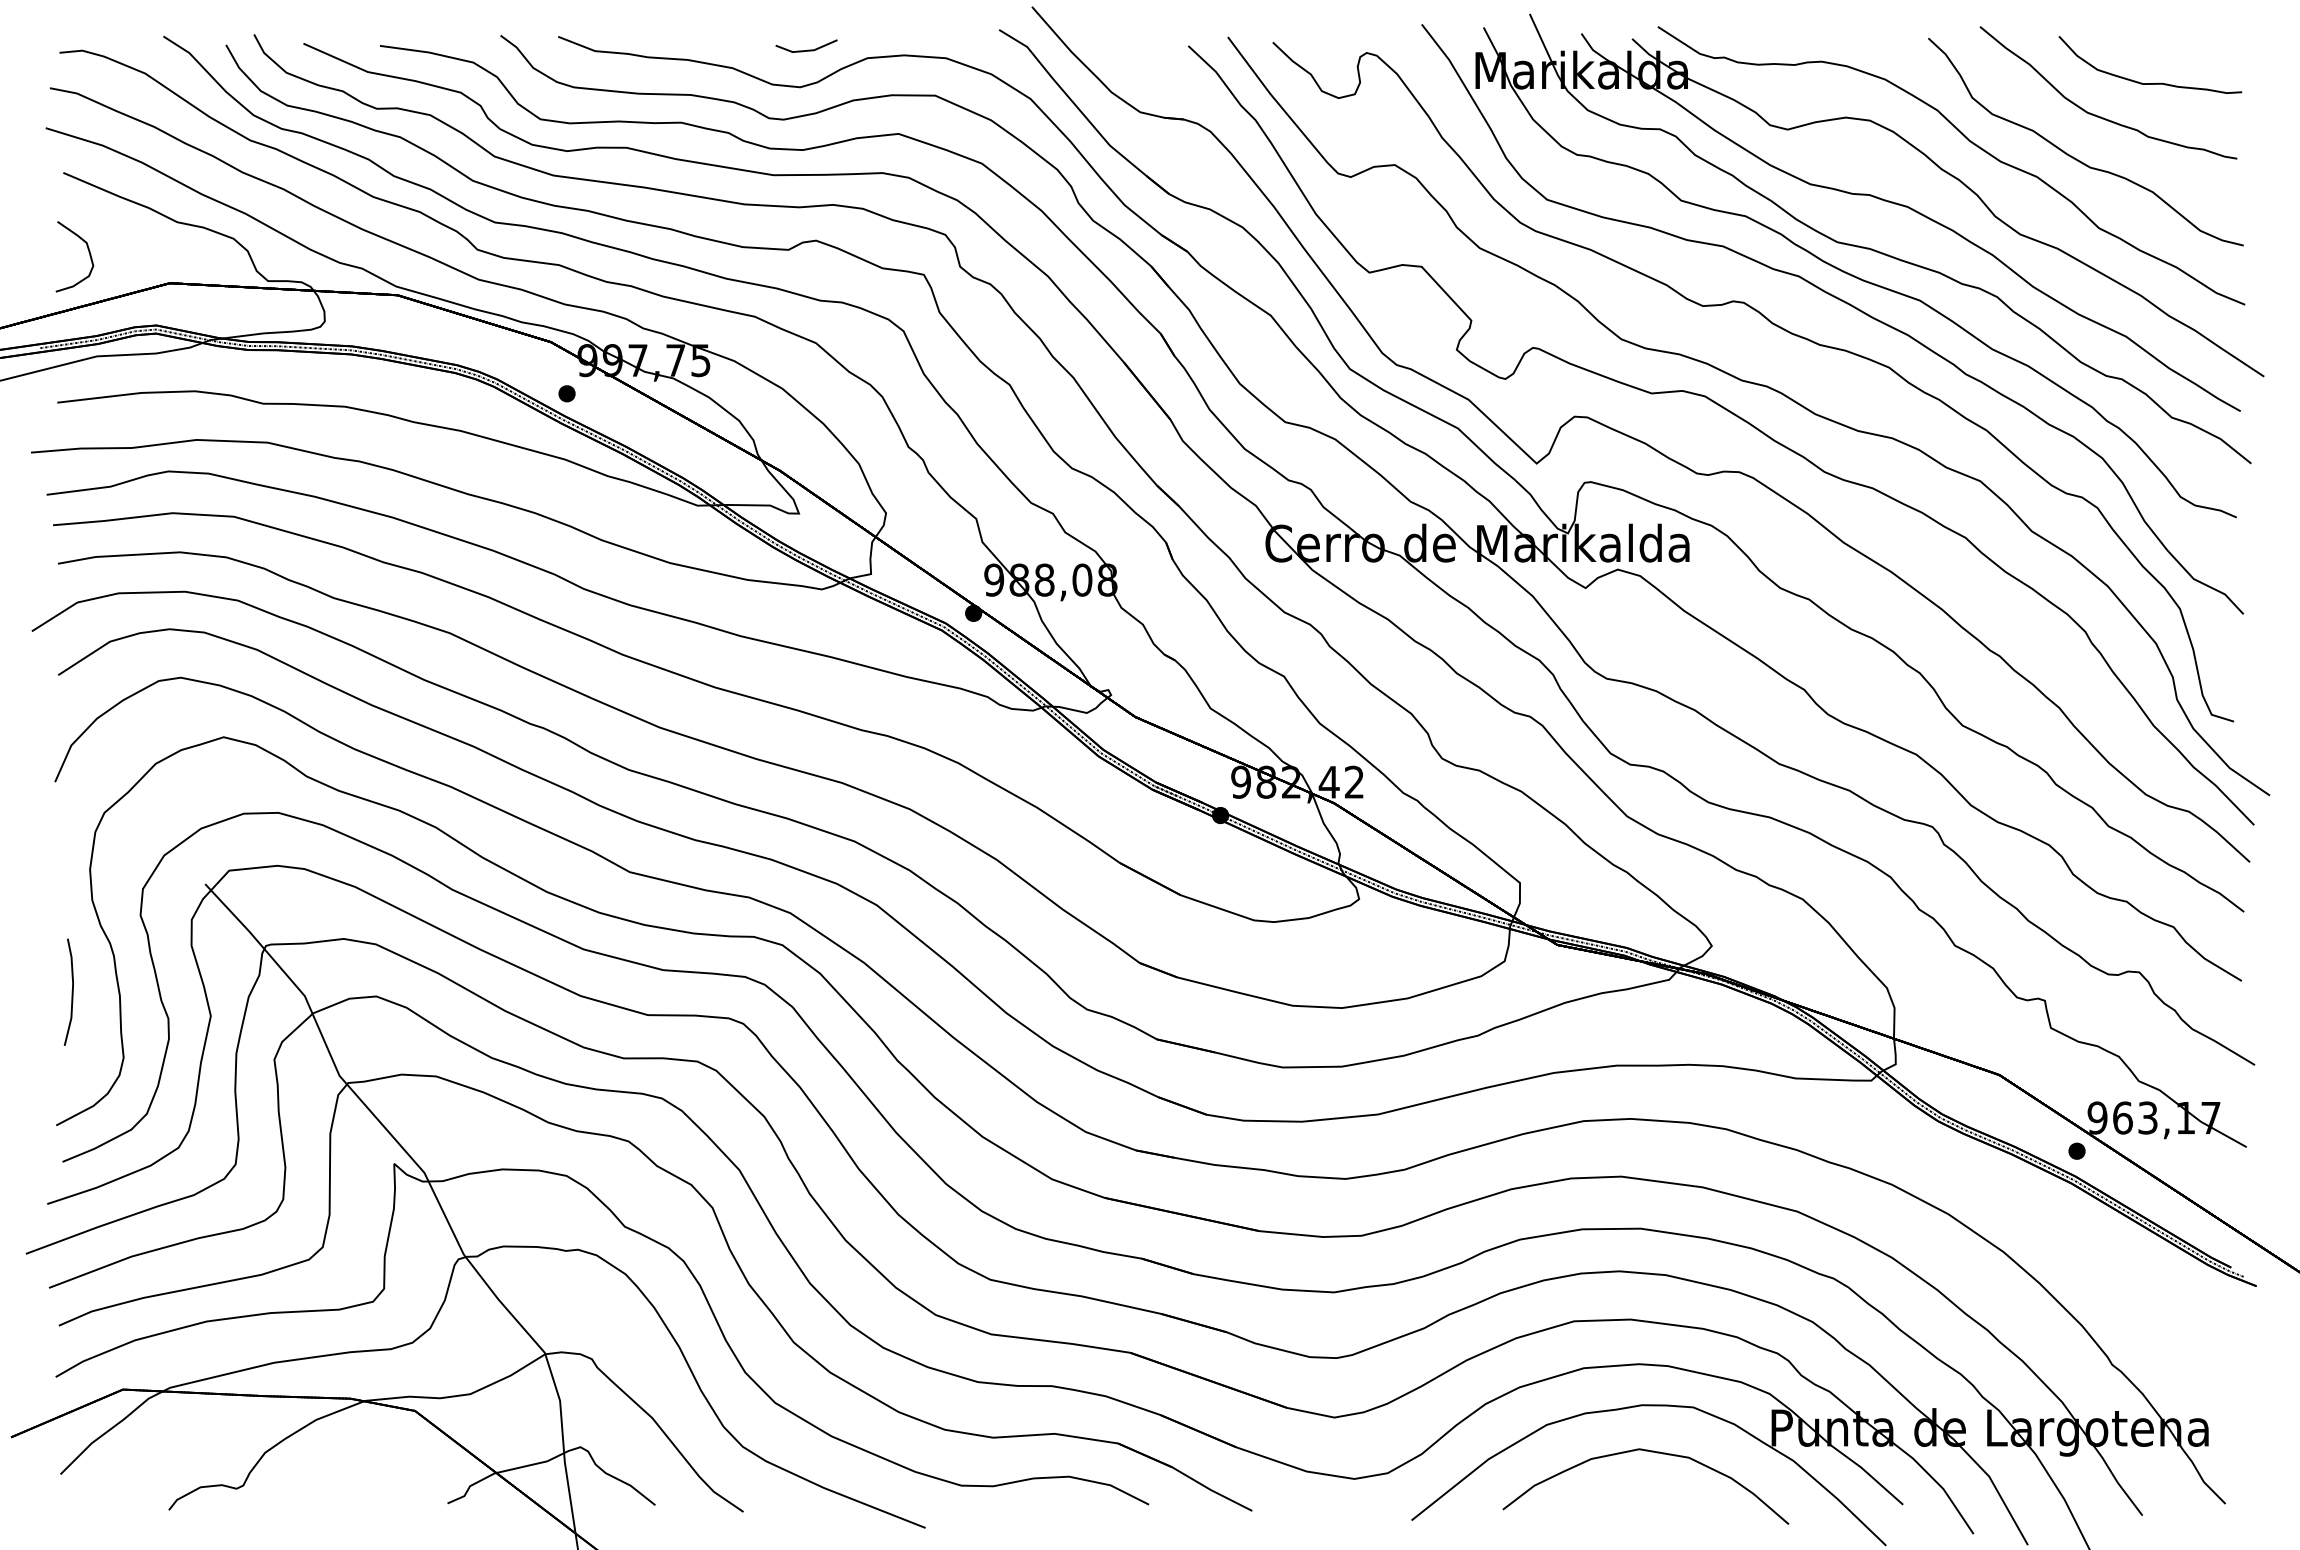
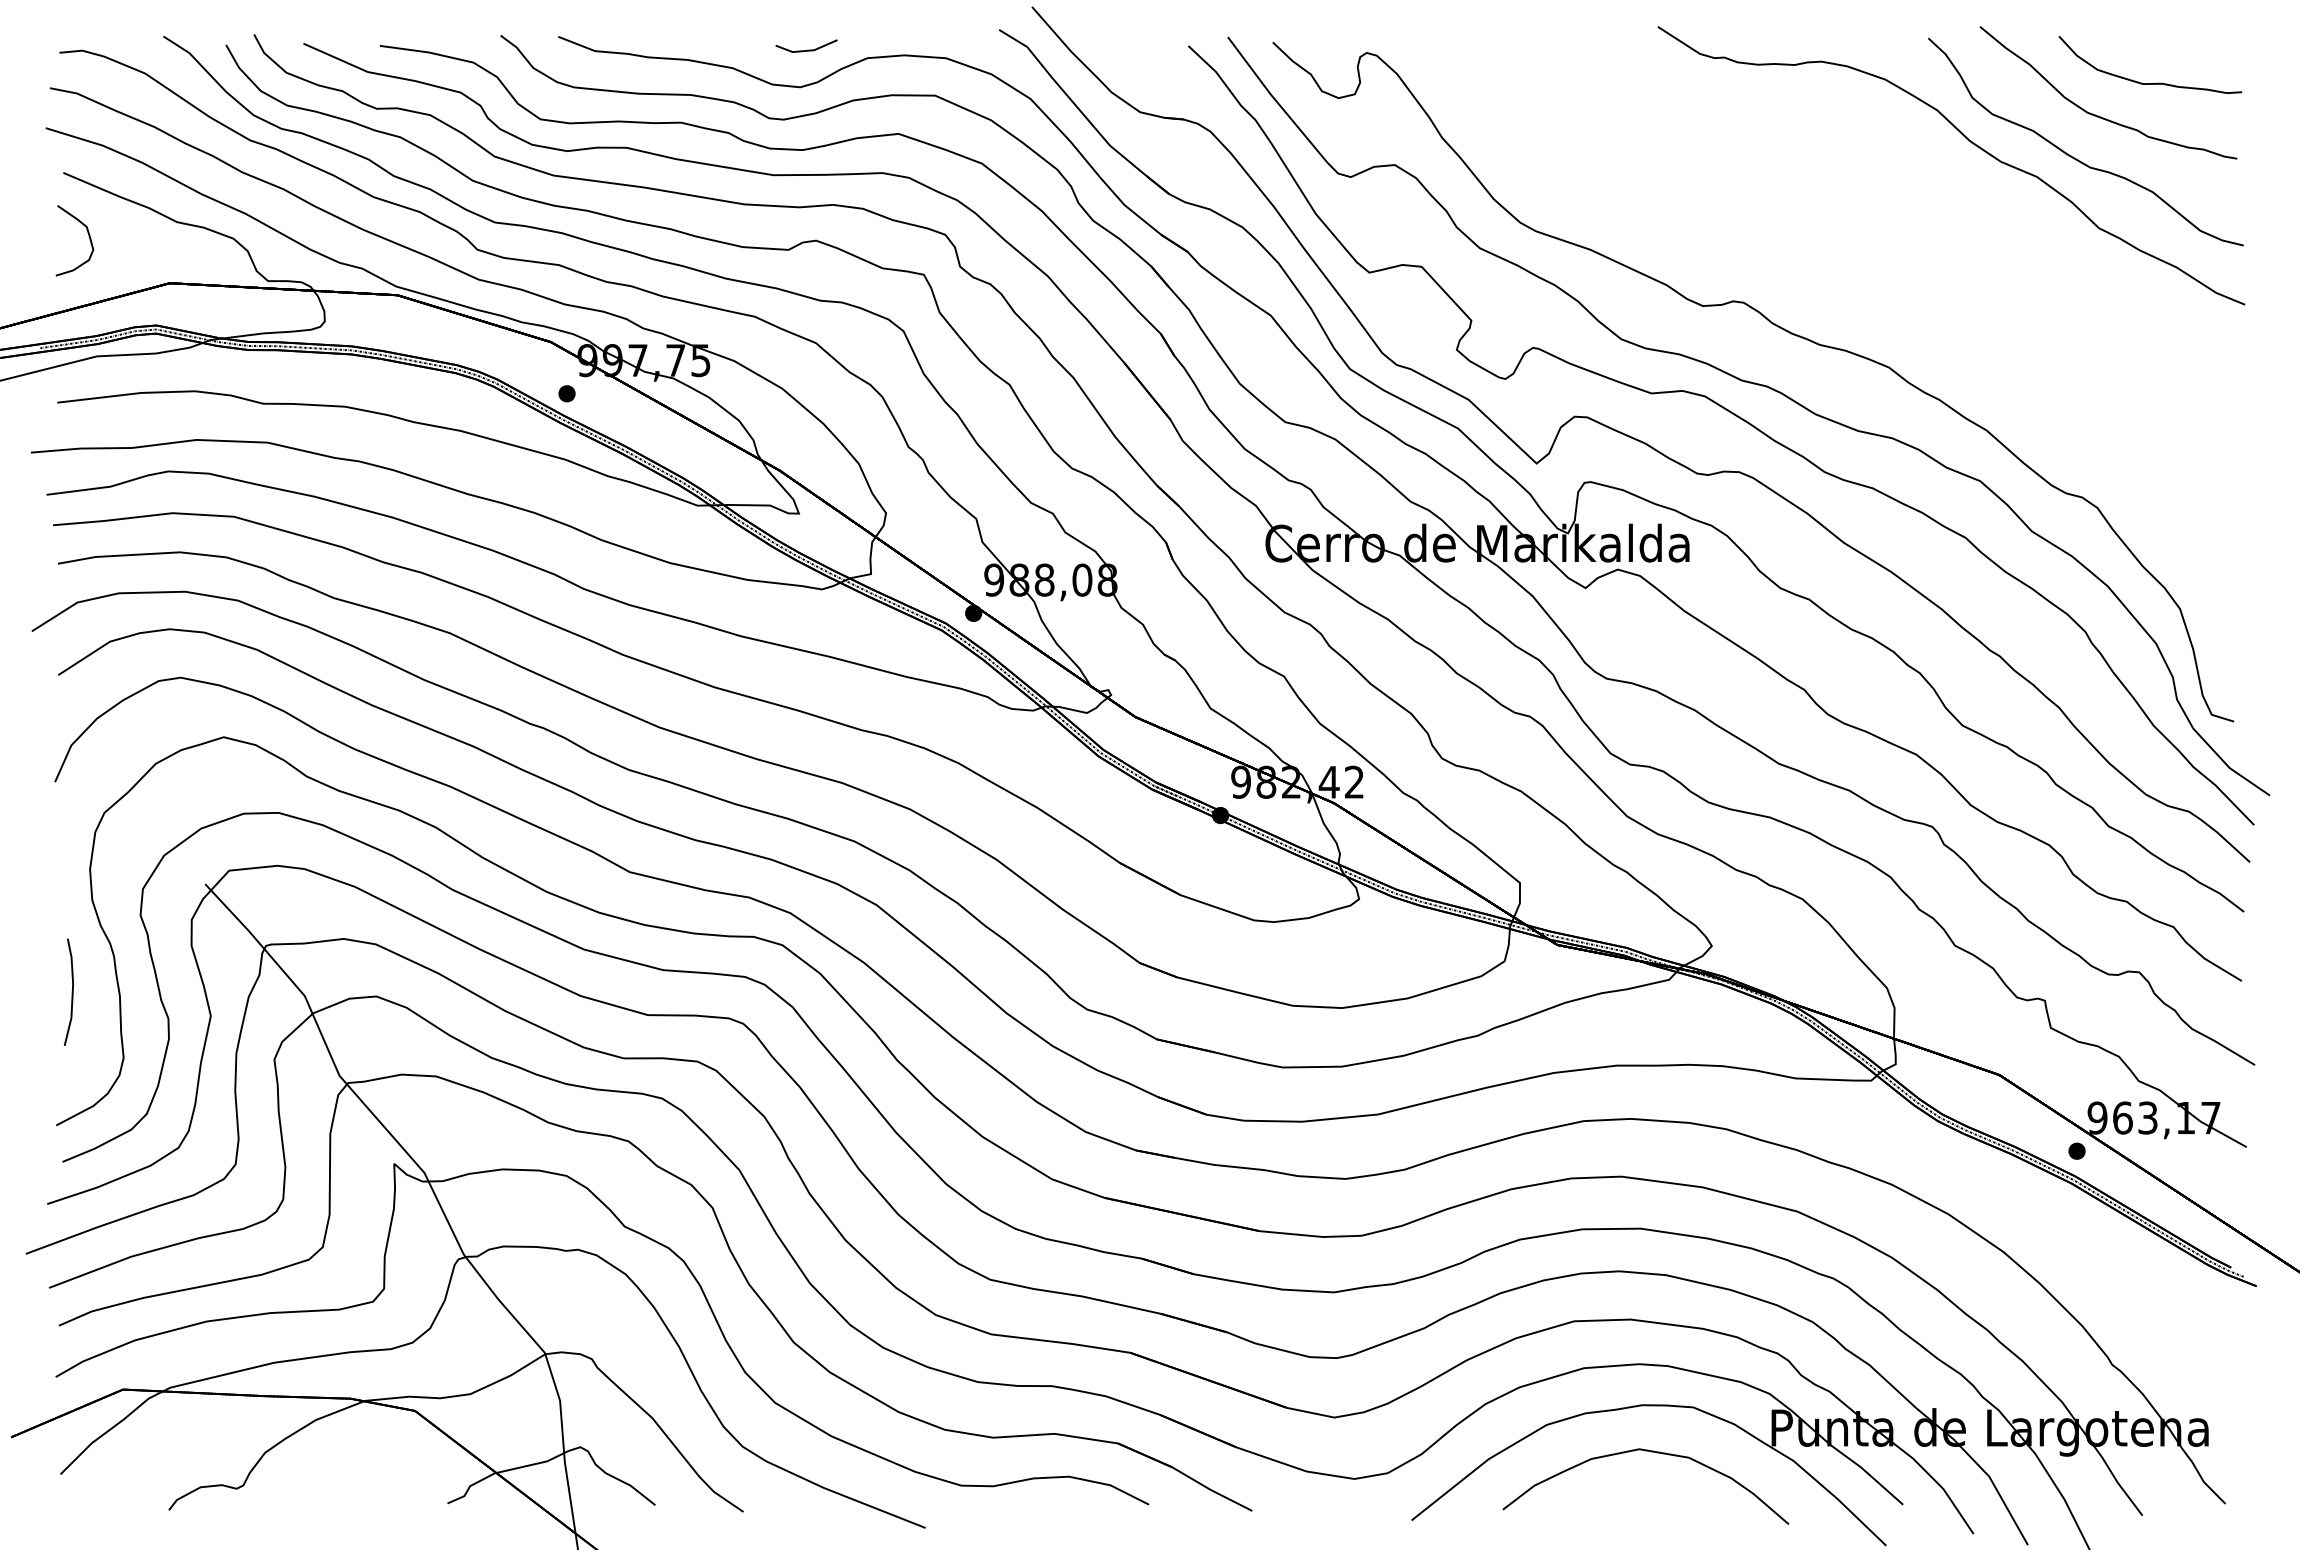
part at (88, 252) position: (88, 252) -> (88, 236)
part at (1847, 304): present -> none
